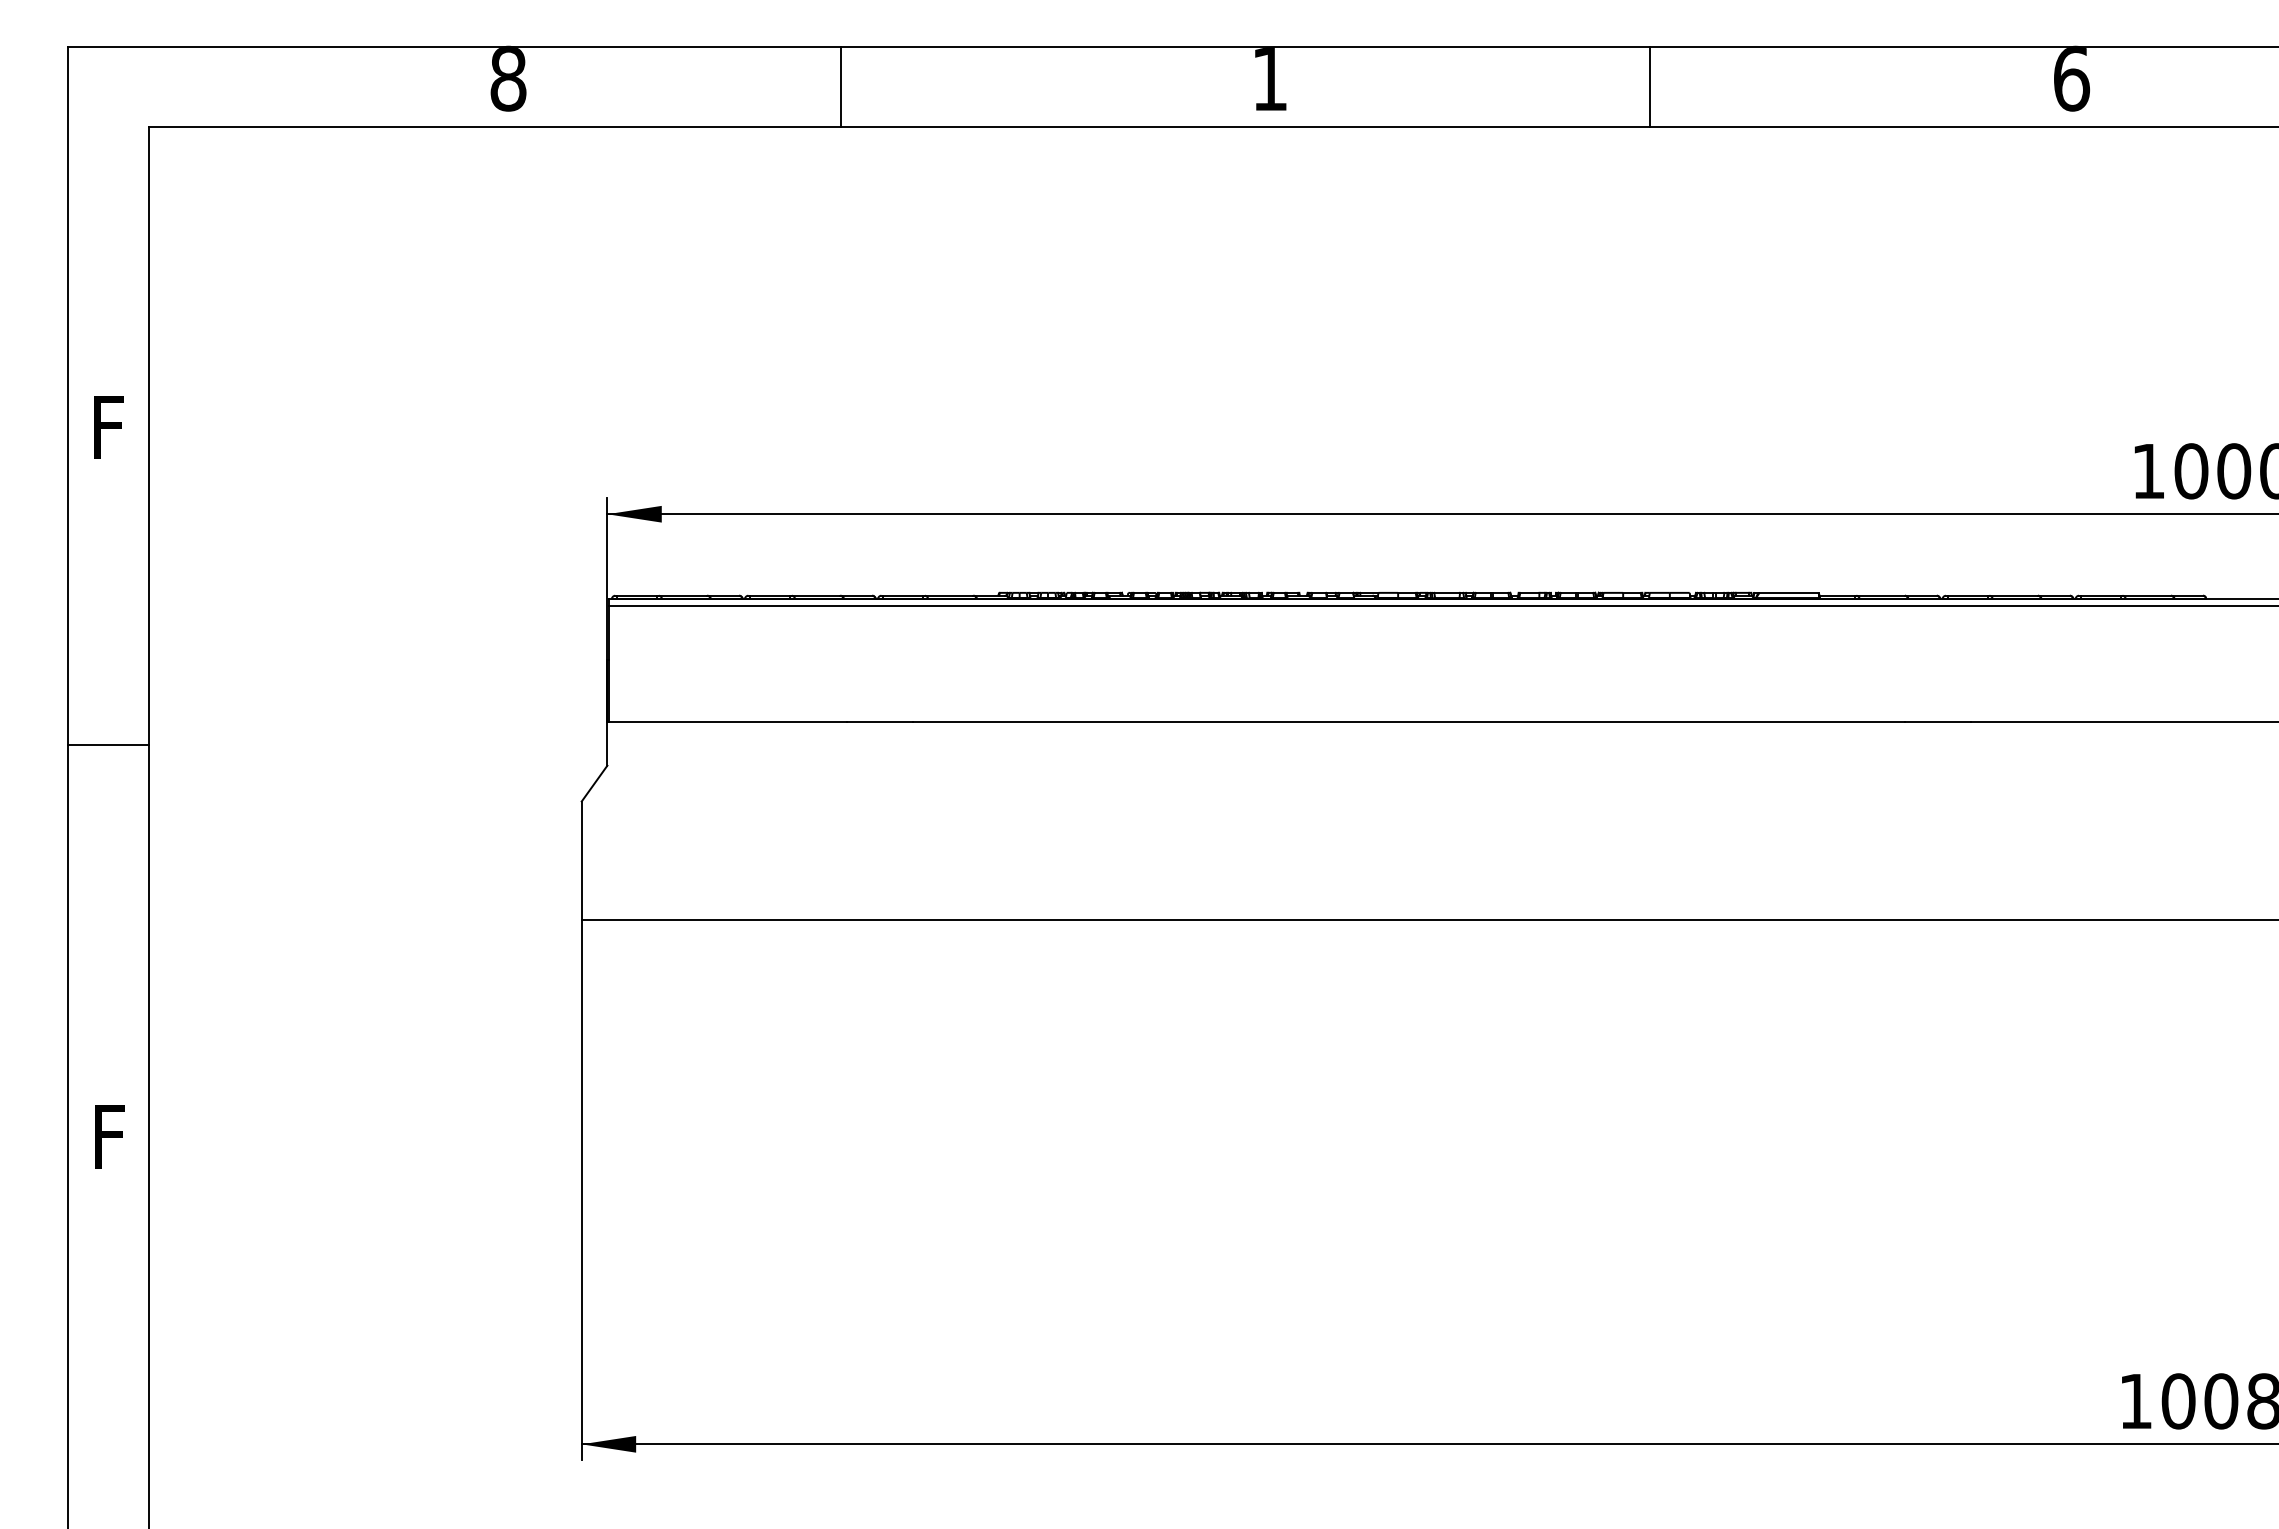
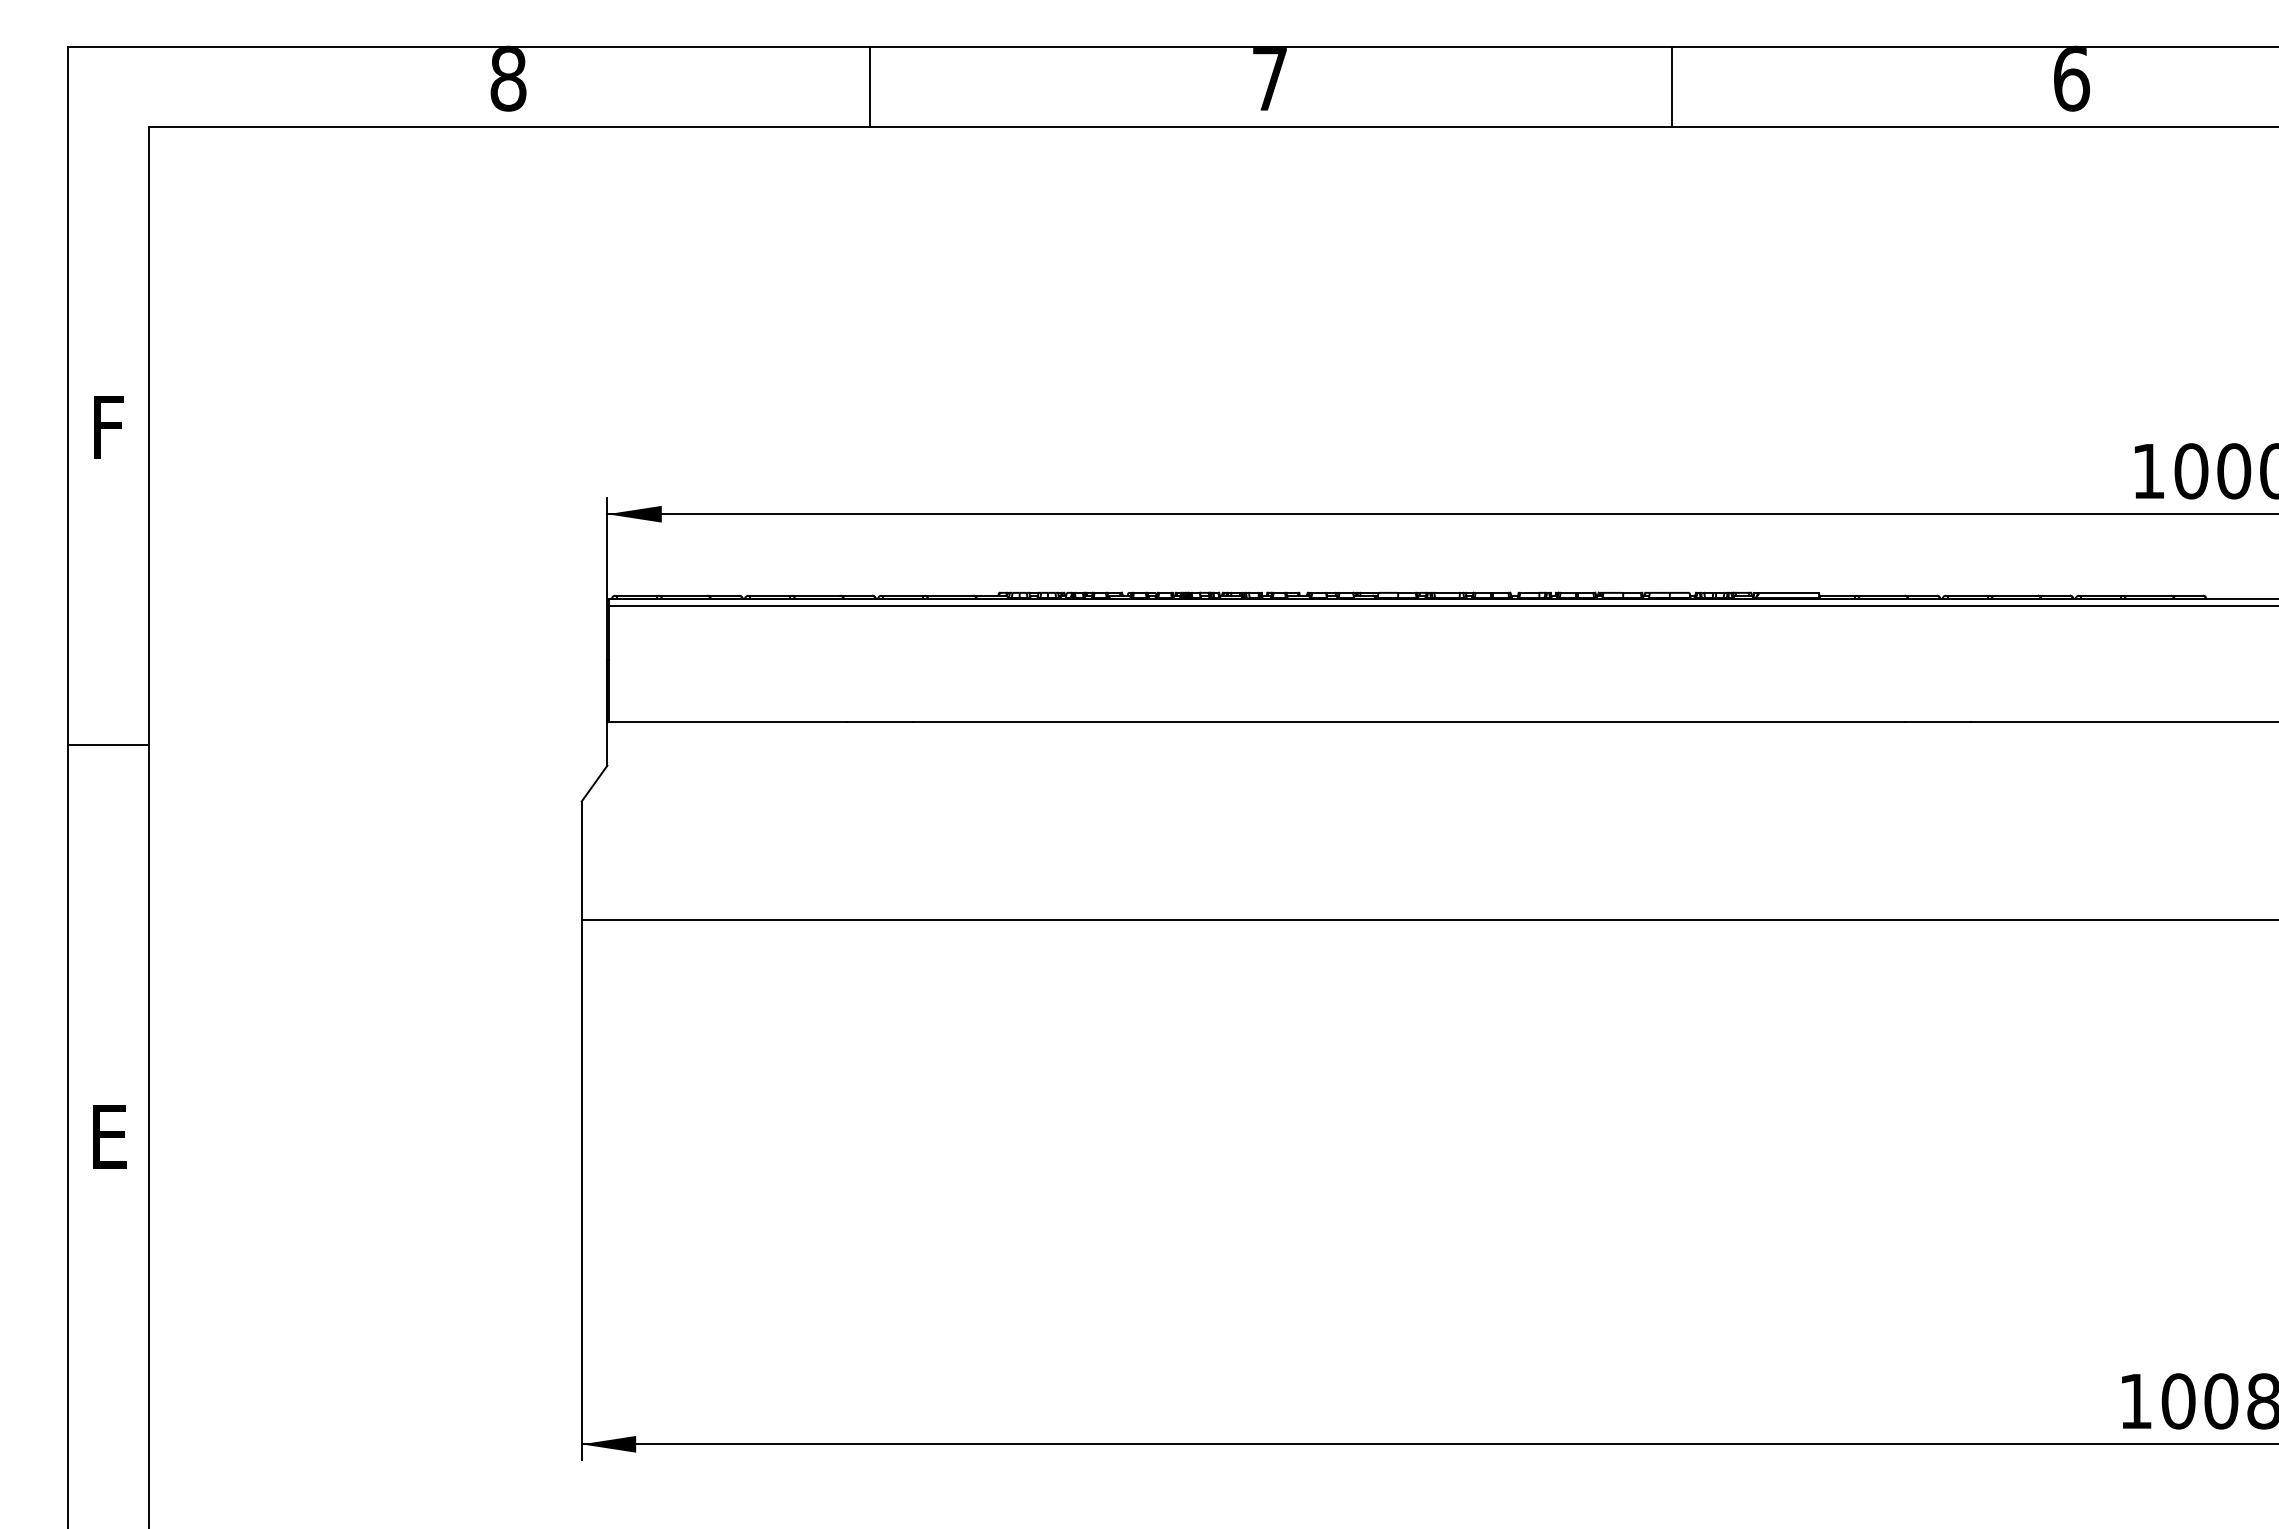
text at (1269, 79): 1 -> 7
line at (840, 87) position: (840, 87) -> (869, 87)
line at (1649, 87) position: (1649, 87) -> (1671, 87)
text at (109, 1136): F -> E
